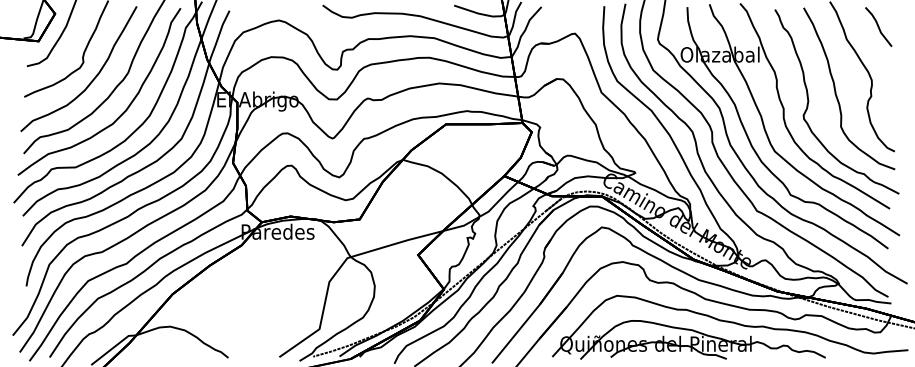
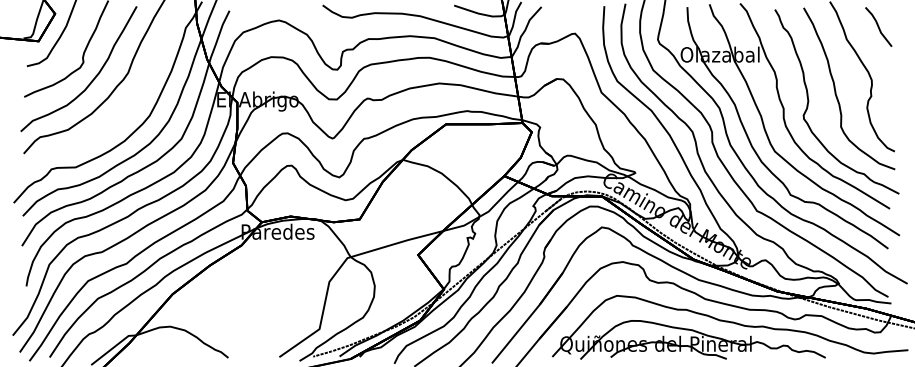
curve at (121, 113): present -> none
